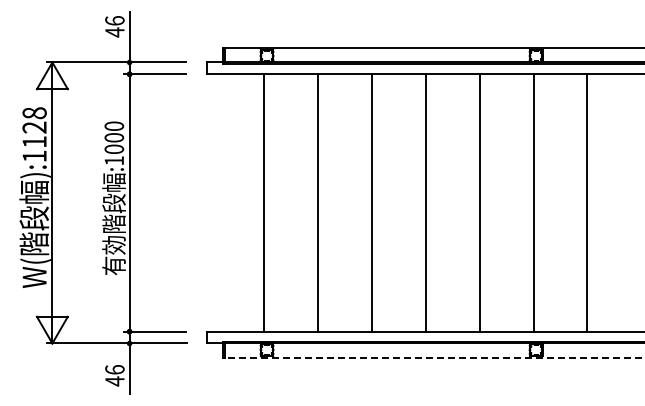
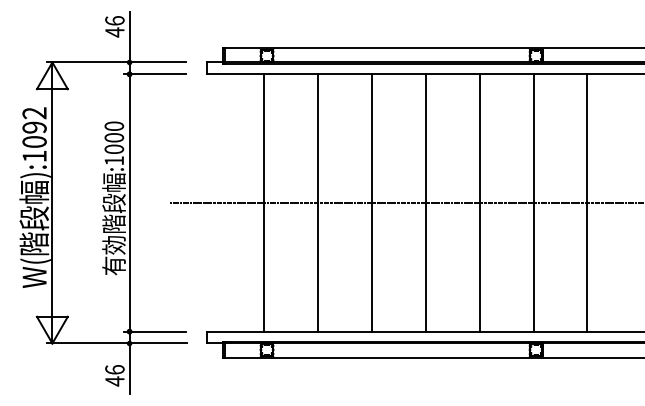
text at (34, 127): ):1128 -> ):1092
line at (405, 202): none -> present
line at (434, 357): dashed -> solid
